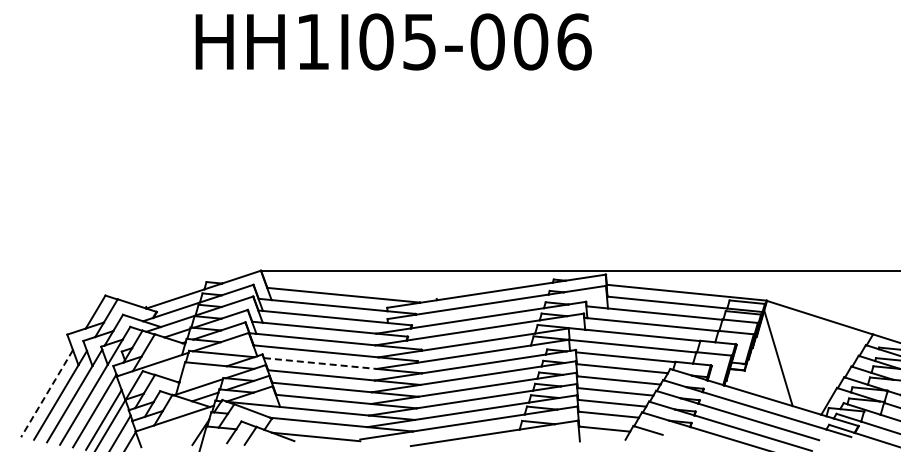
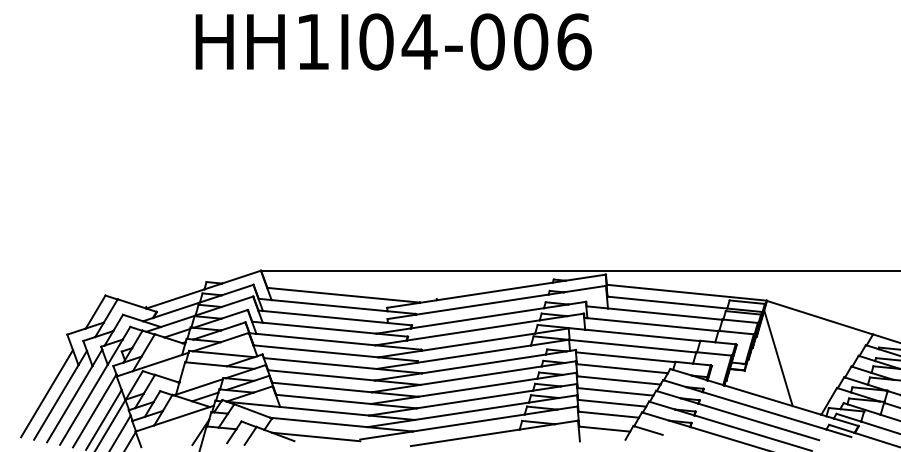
text at (419, 42): HH1I05-006 -> HH1I04-006
line at (320, 363): dashed -> solid
line at (47, 393): dashed -> solid
